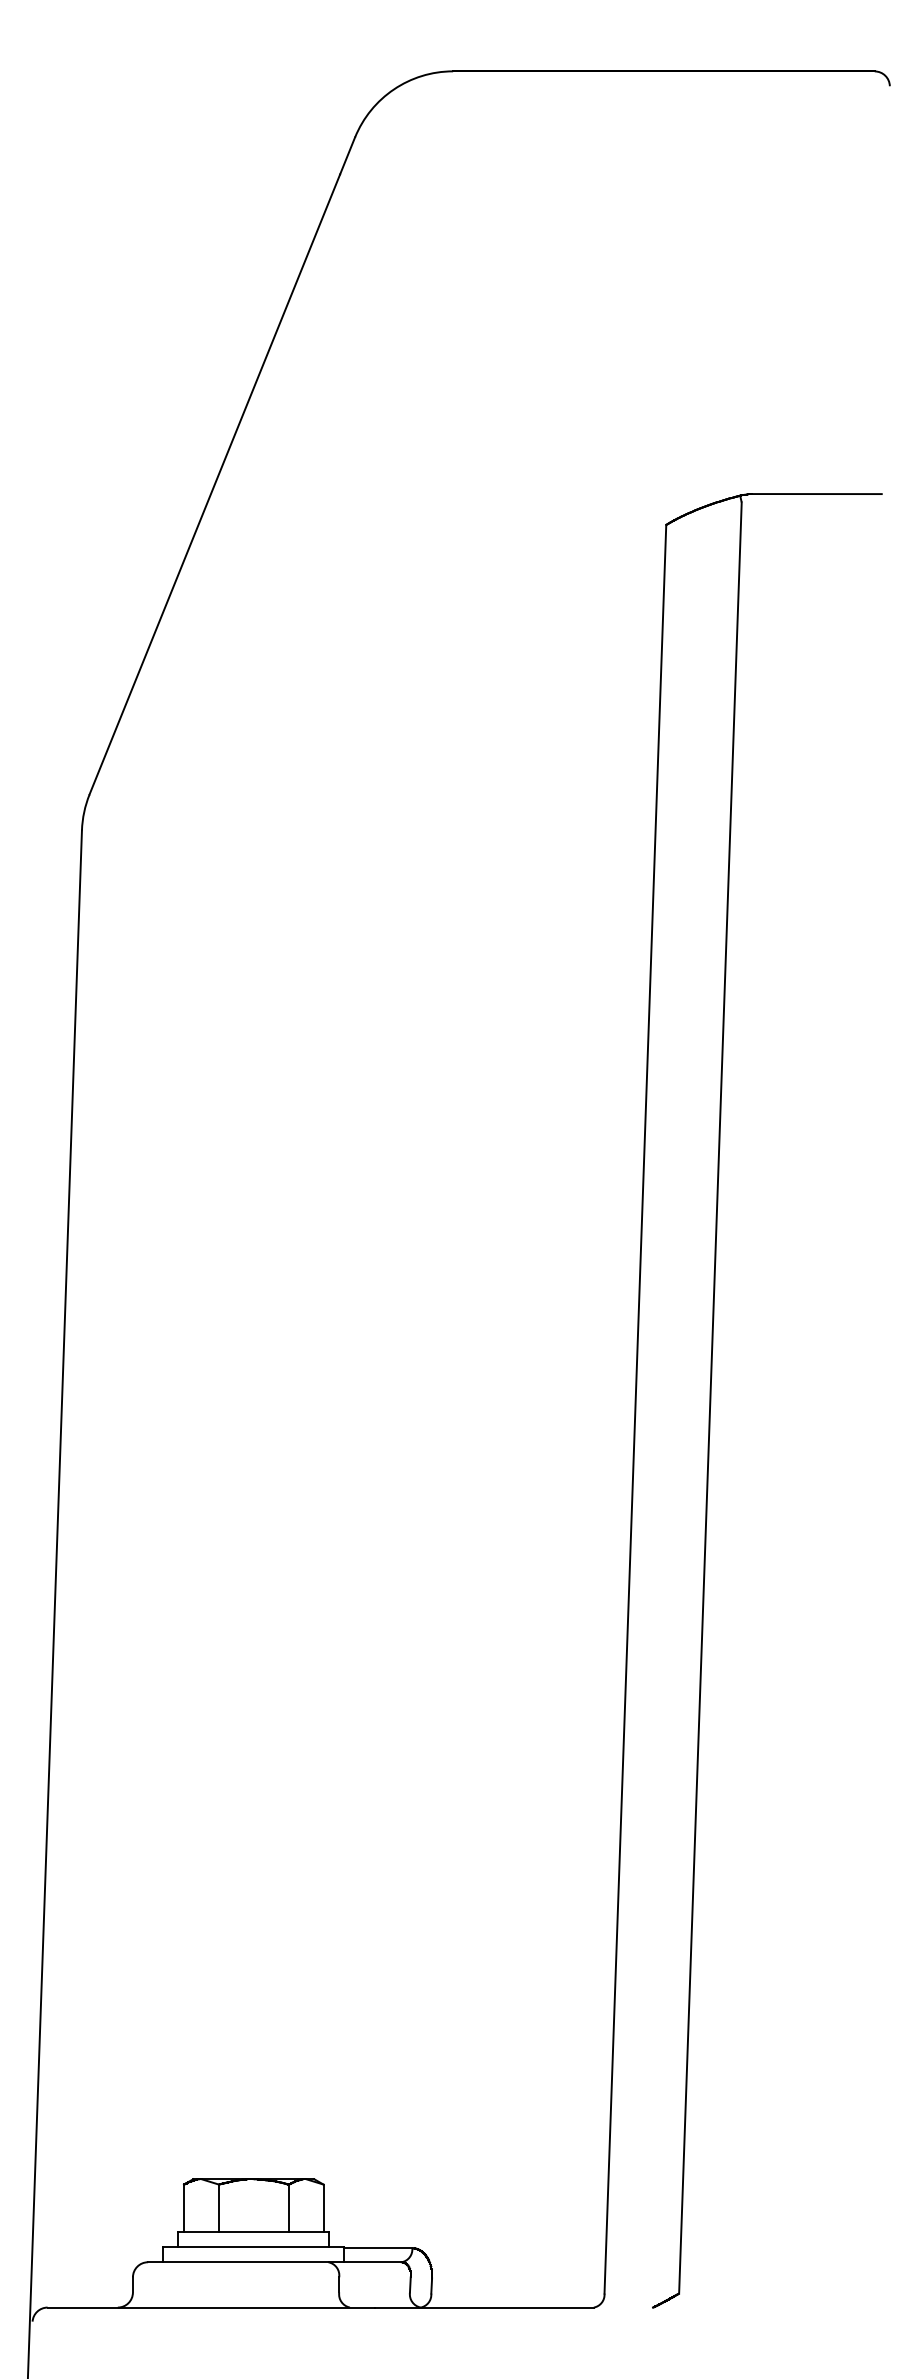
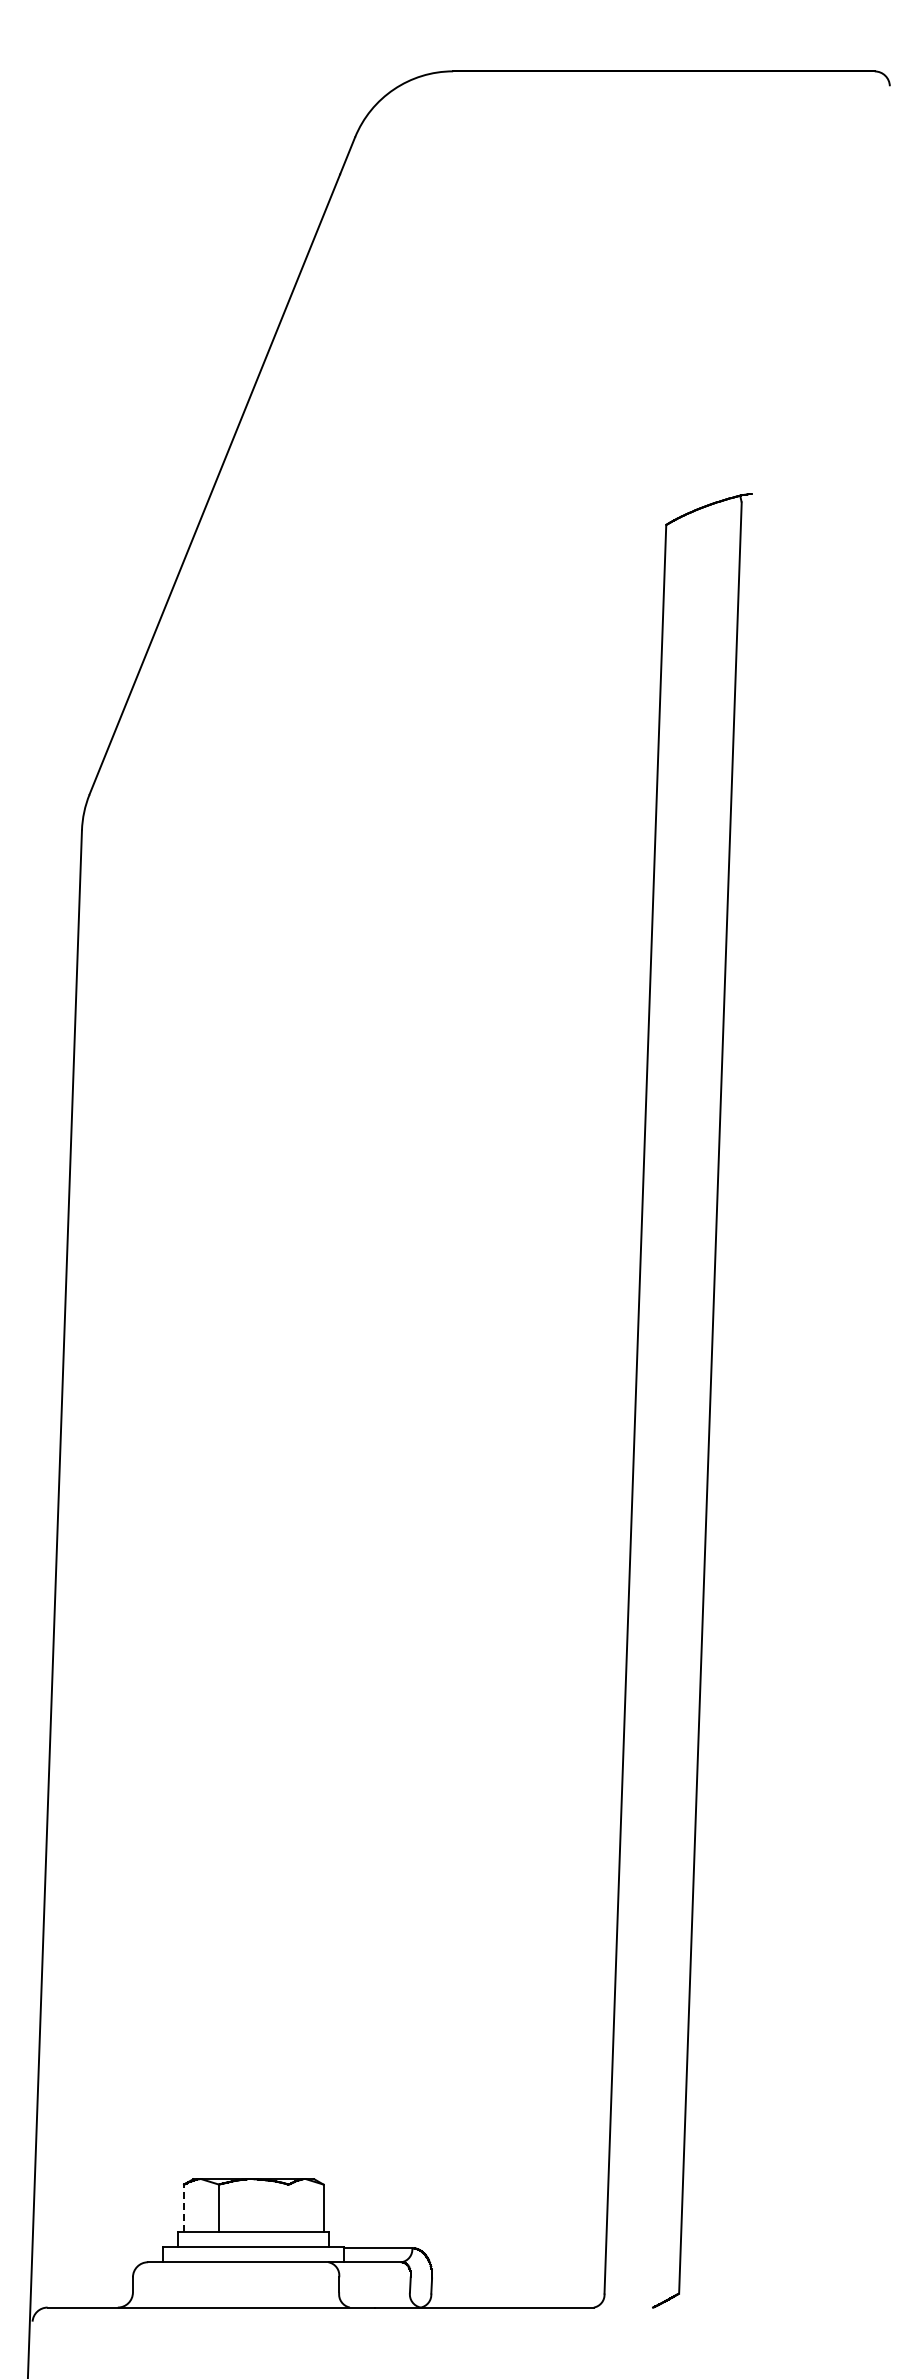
line at (816, 494): present -> none
line at (184, 2208): solid -> dashed
line at (288, 2208): present -> none
